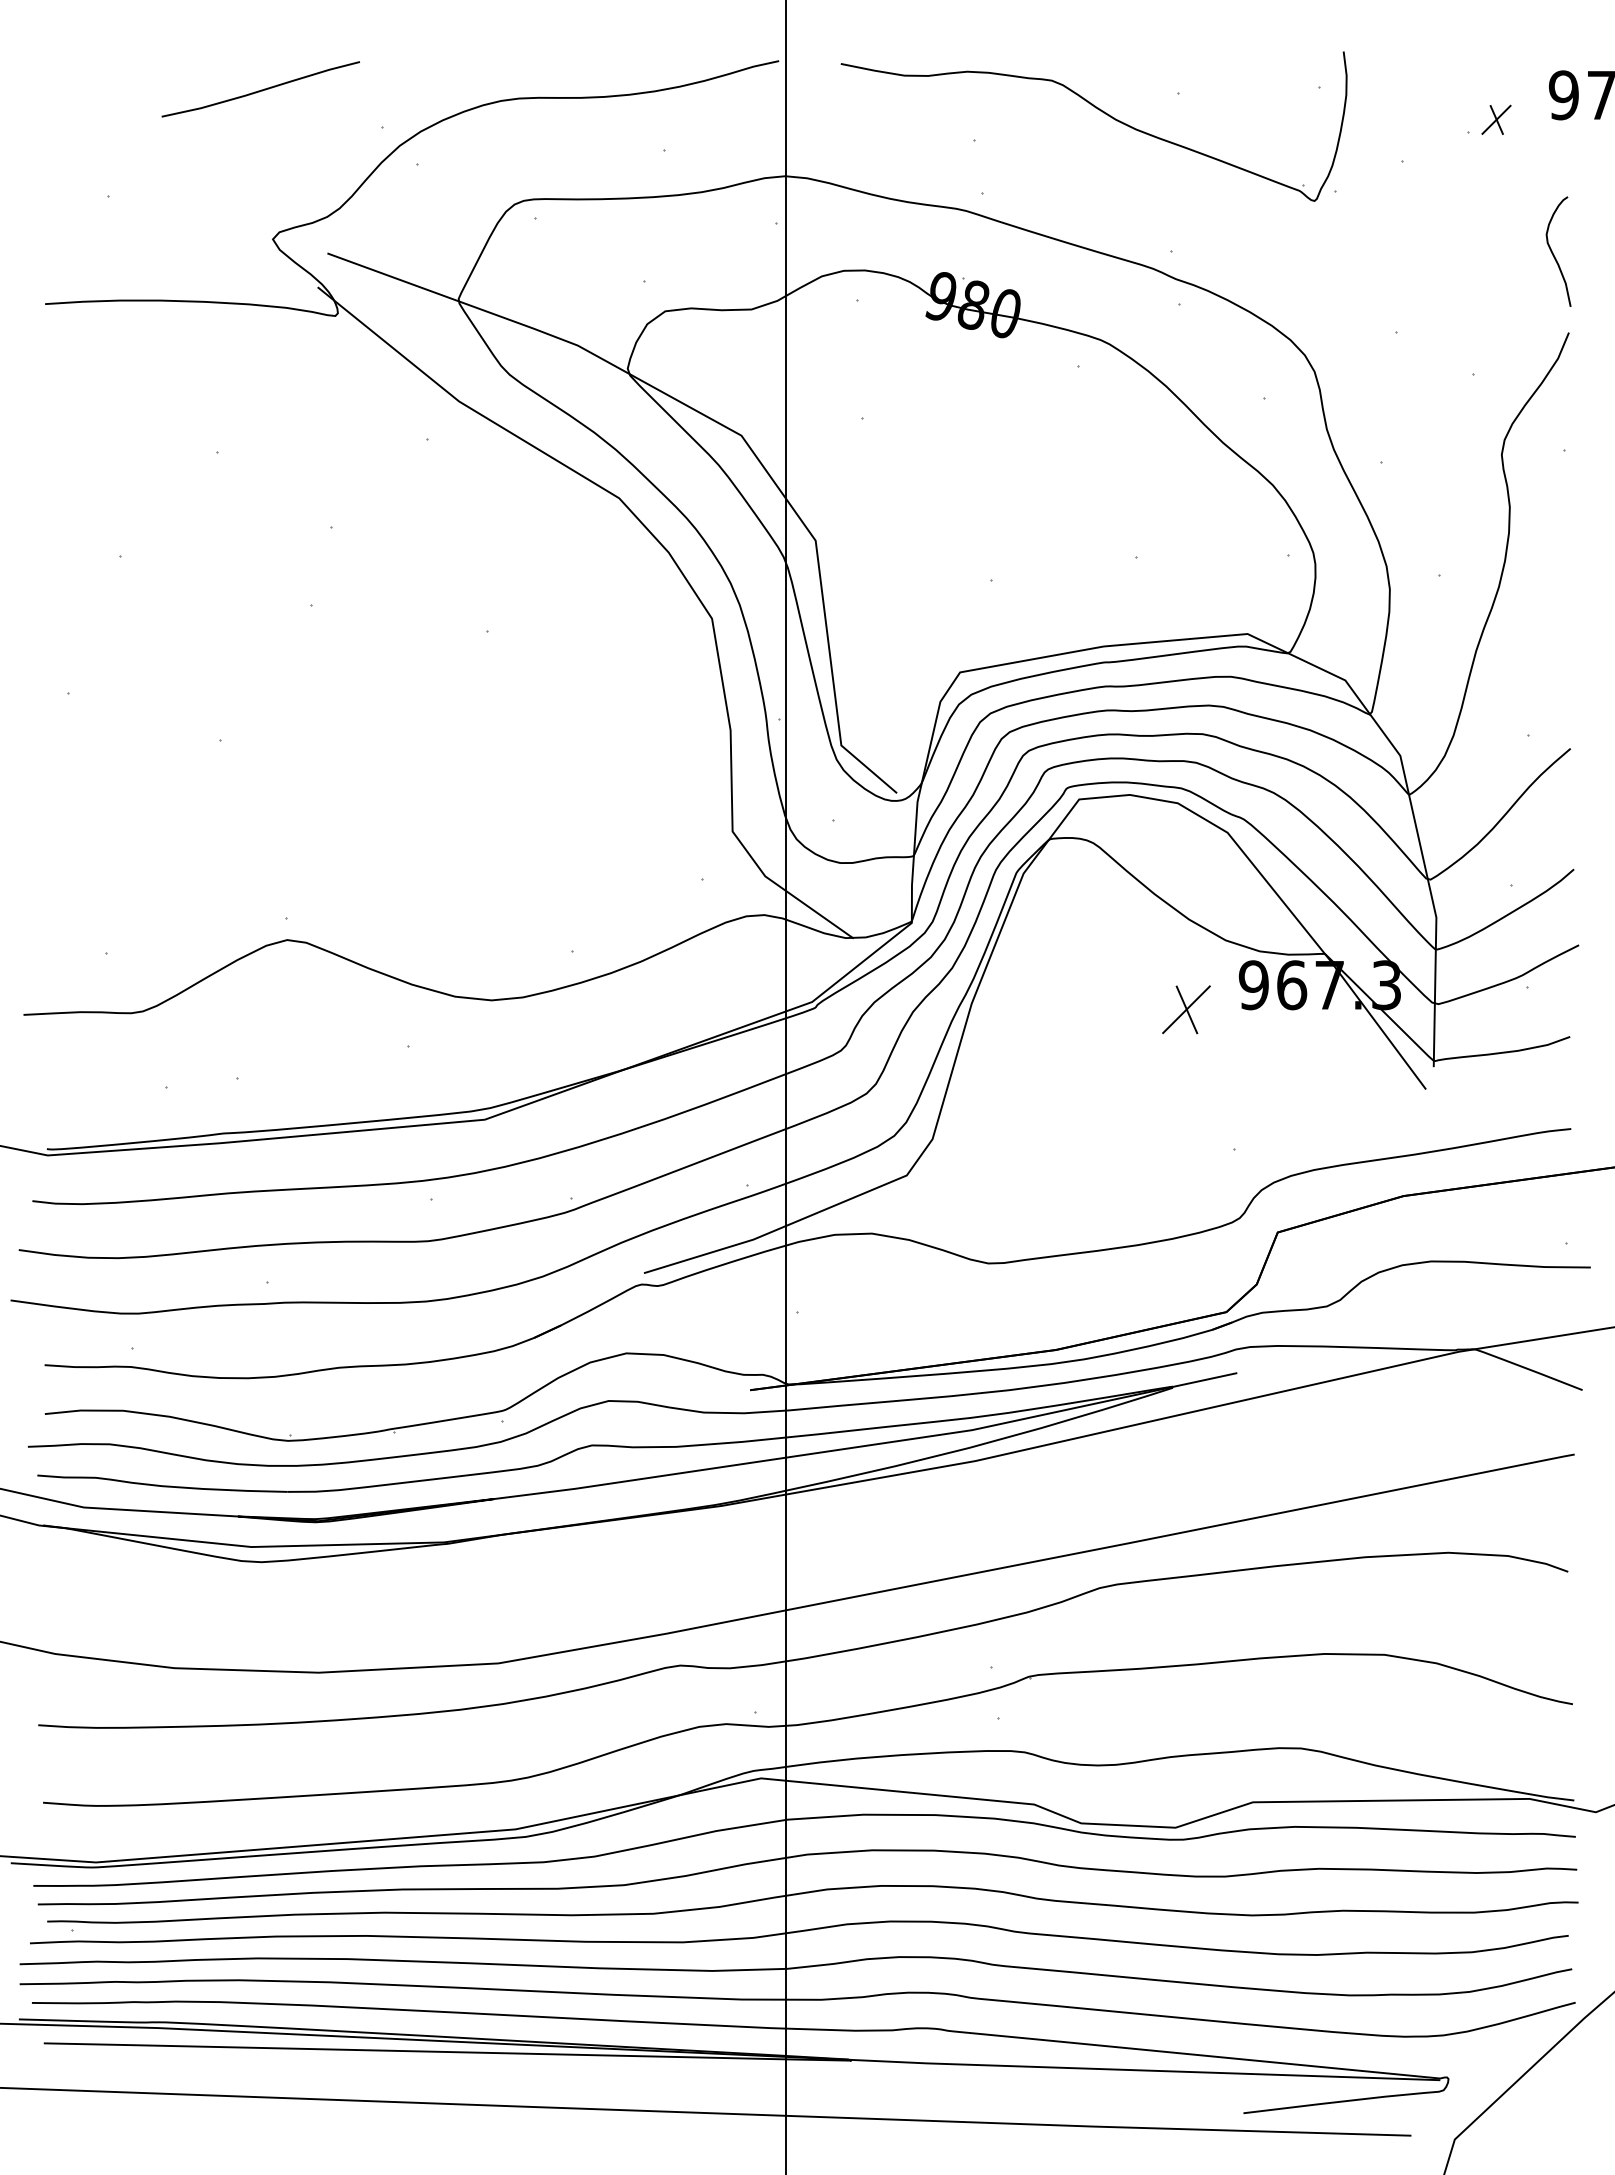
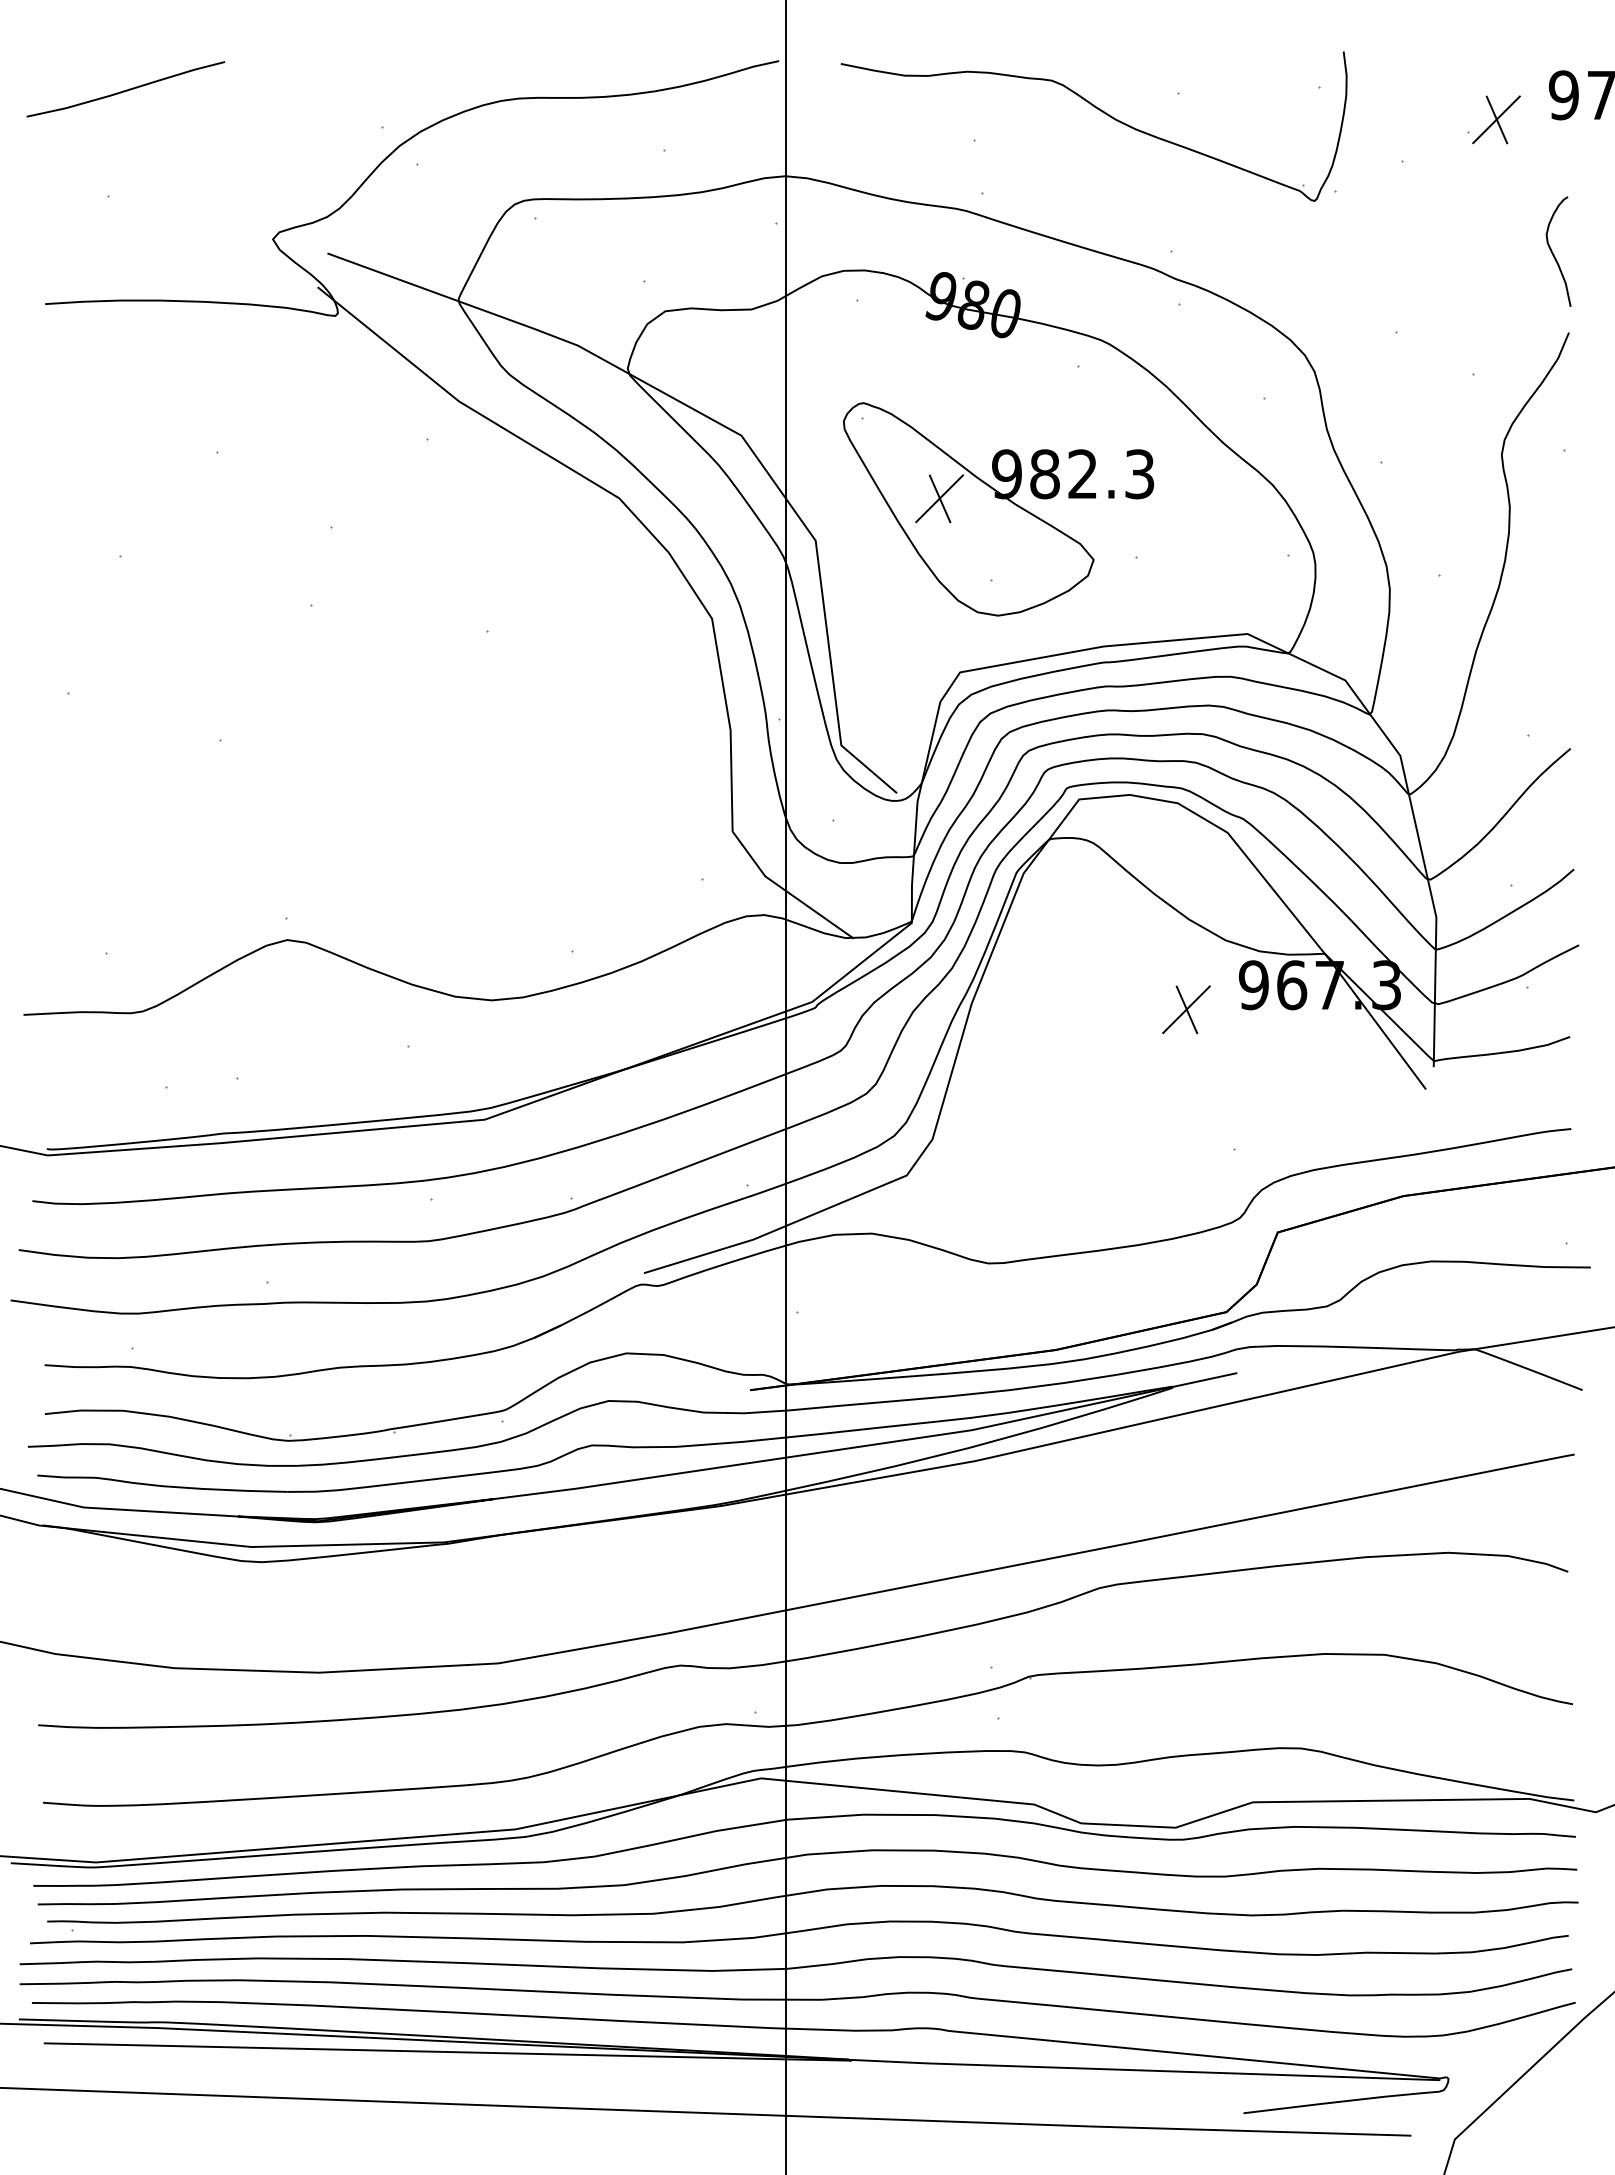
curve at (261, 89) position: (261, 89) -> (126, 89)
part at (1496, 119) size: 31x31 px -> 49x50 px
part at (998, 509): none -> present
